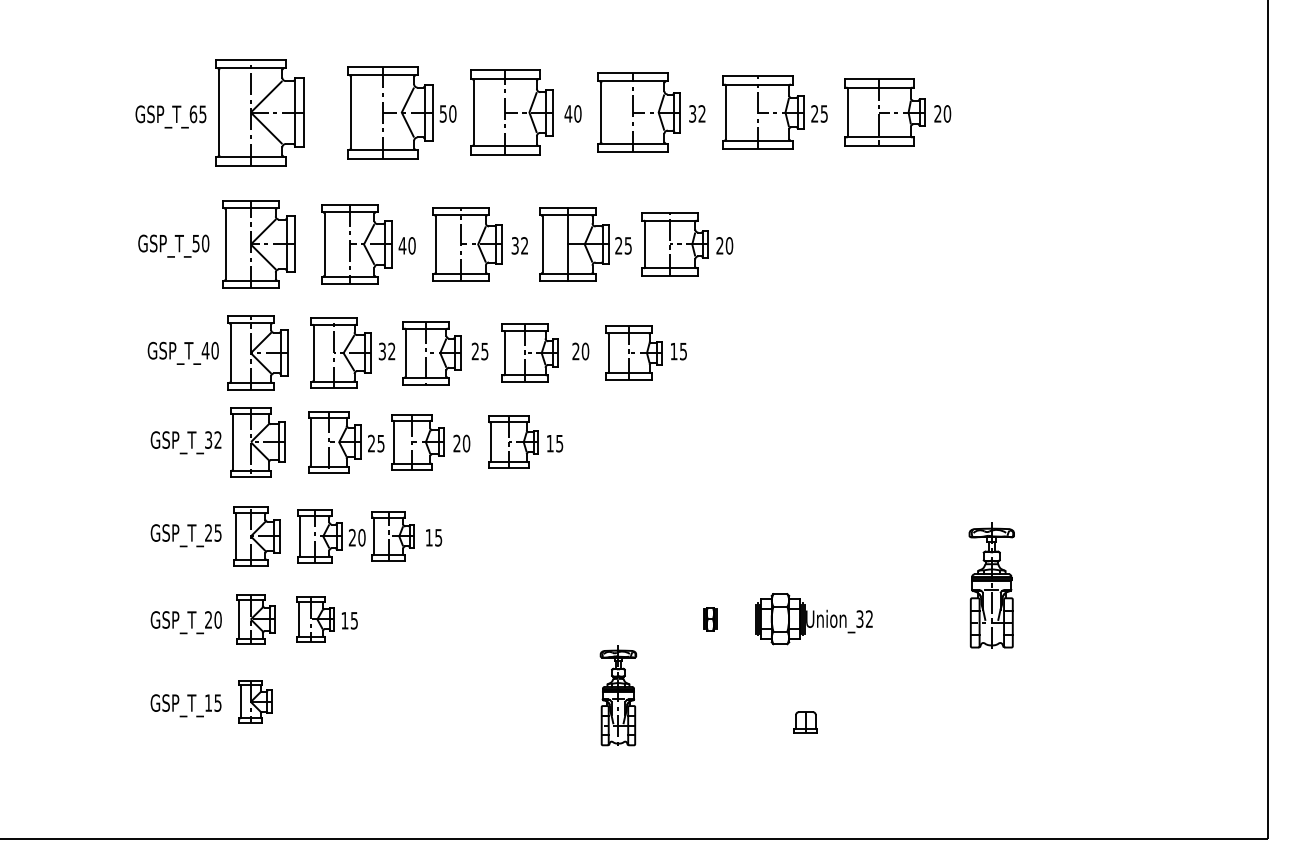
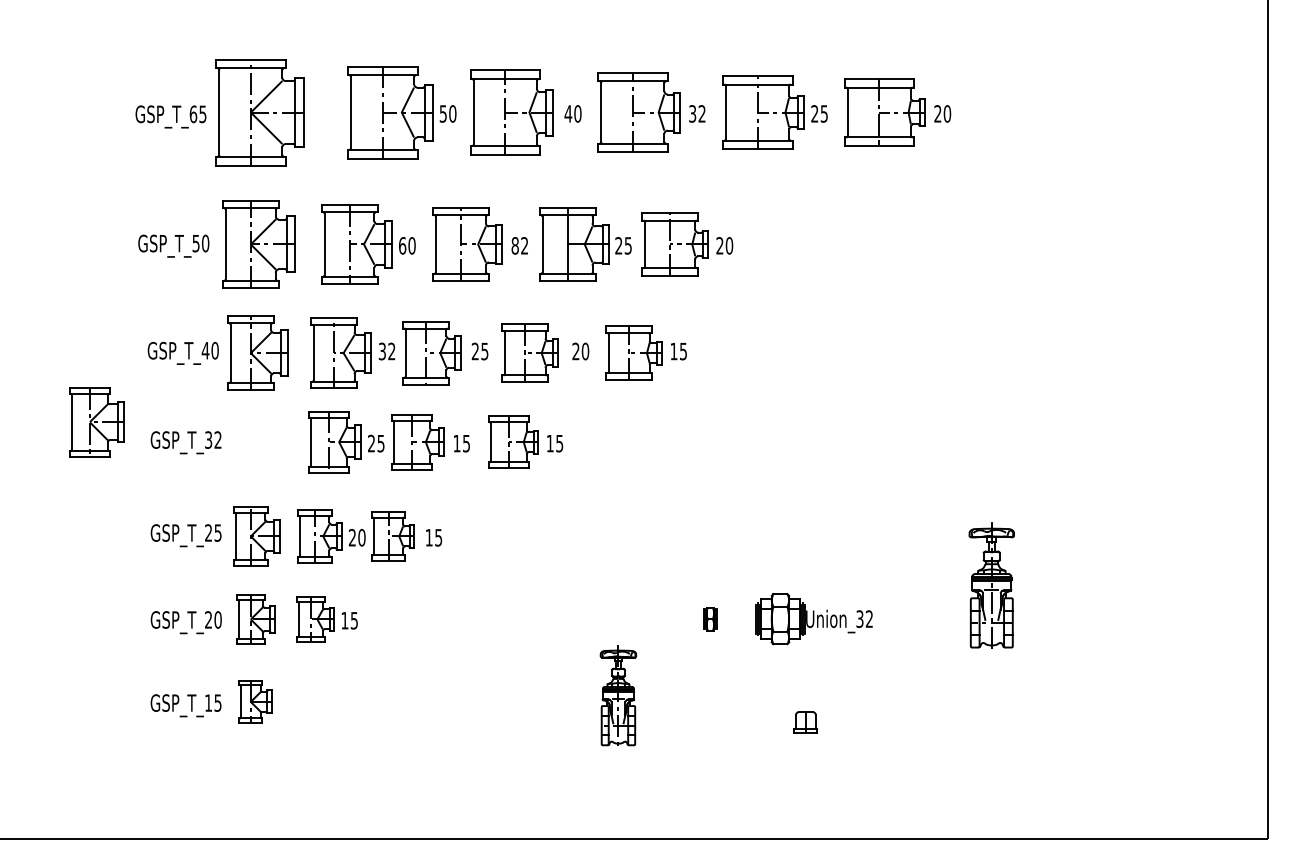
text at (402, 245): 40 -> 60
text at (514, 245): 32 -> 82
part at (257, 442) position: (257, 442) -> (96, 422)
text at (461, 443): 20 -> 15
